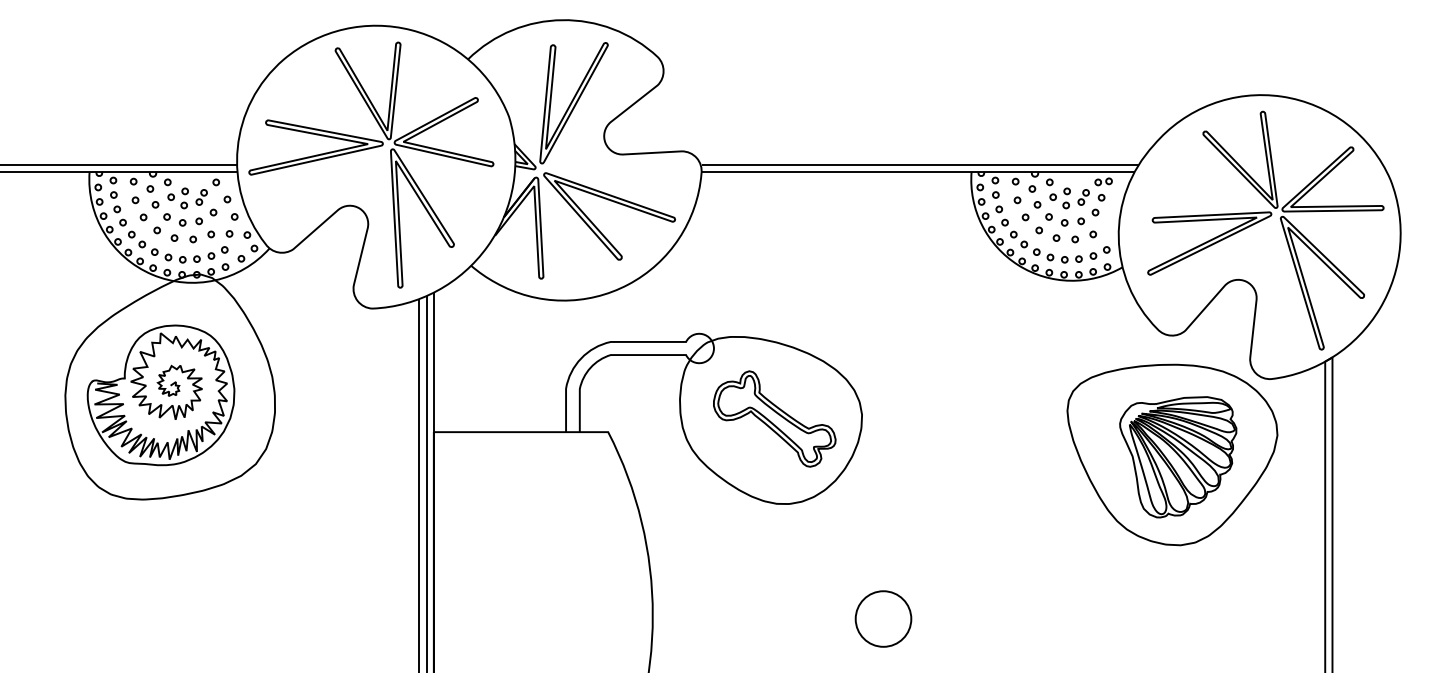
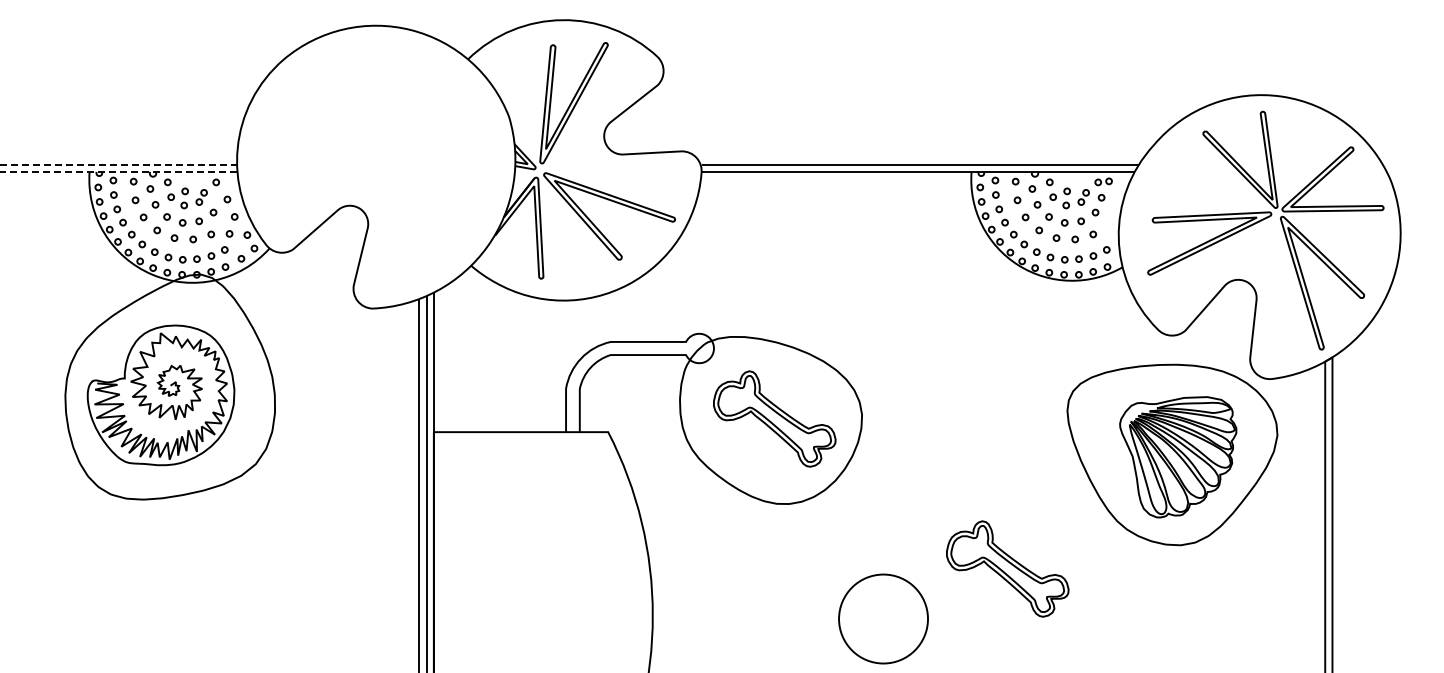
part at (370, 149): present -> none
line at (0, 164): solid -> dashed
part at (1007, 568): none -> present
circle at (883, 618) diameter: 56 px -> 89 px
